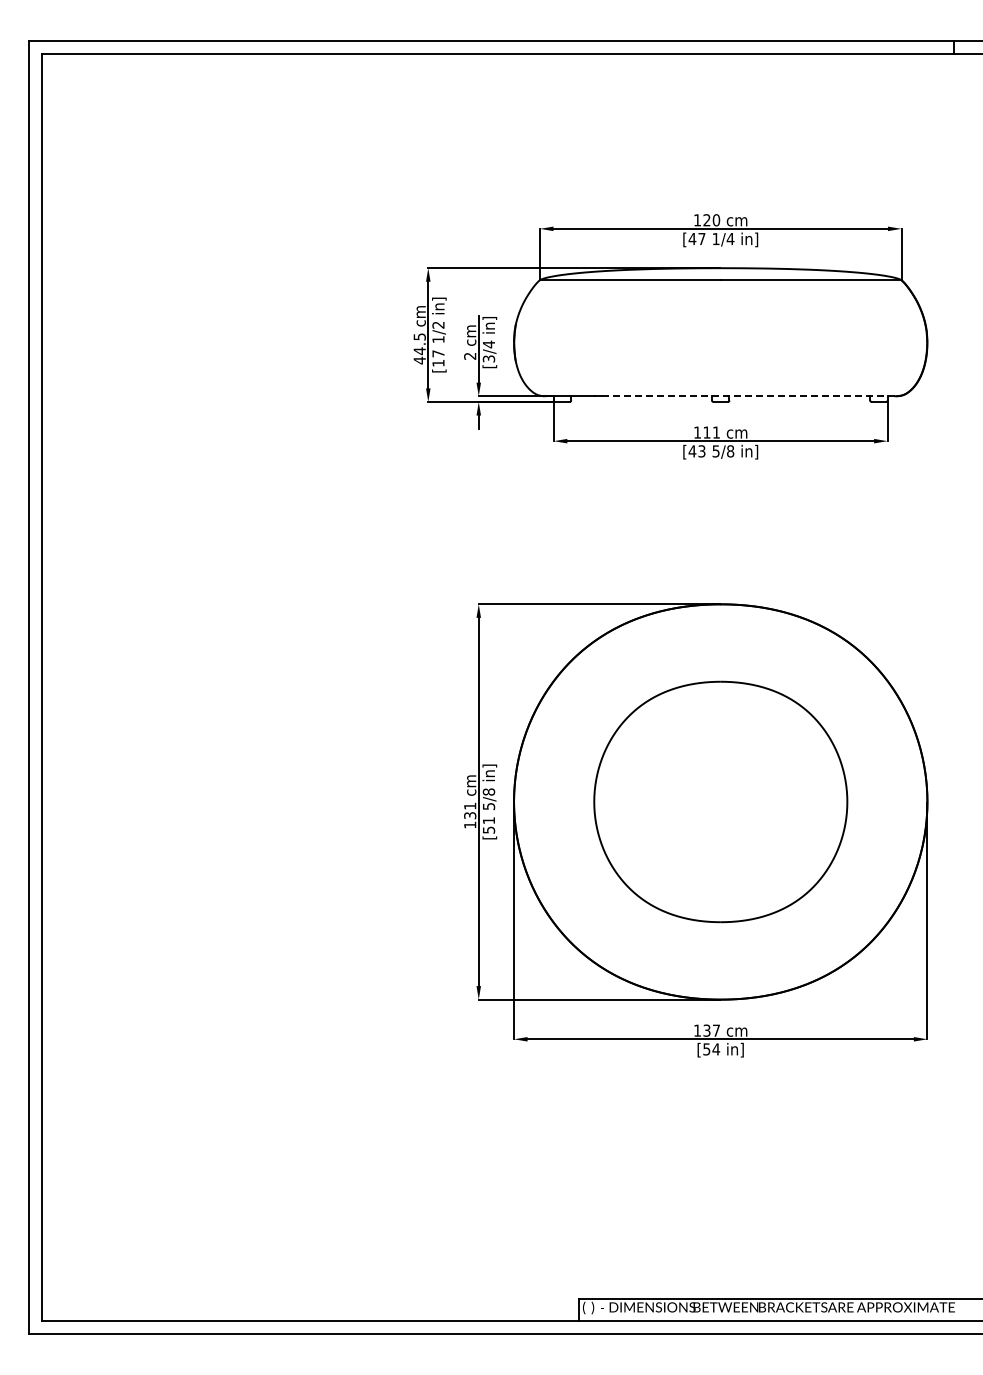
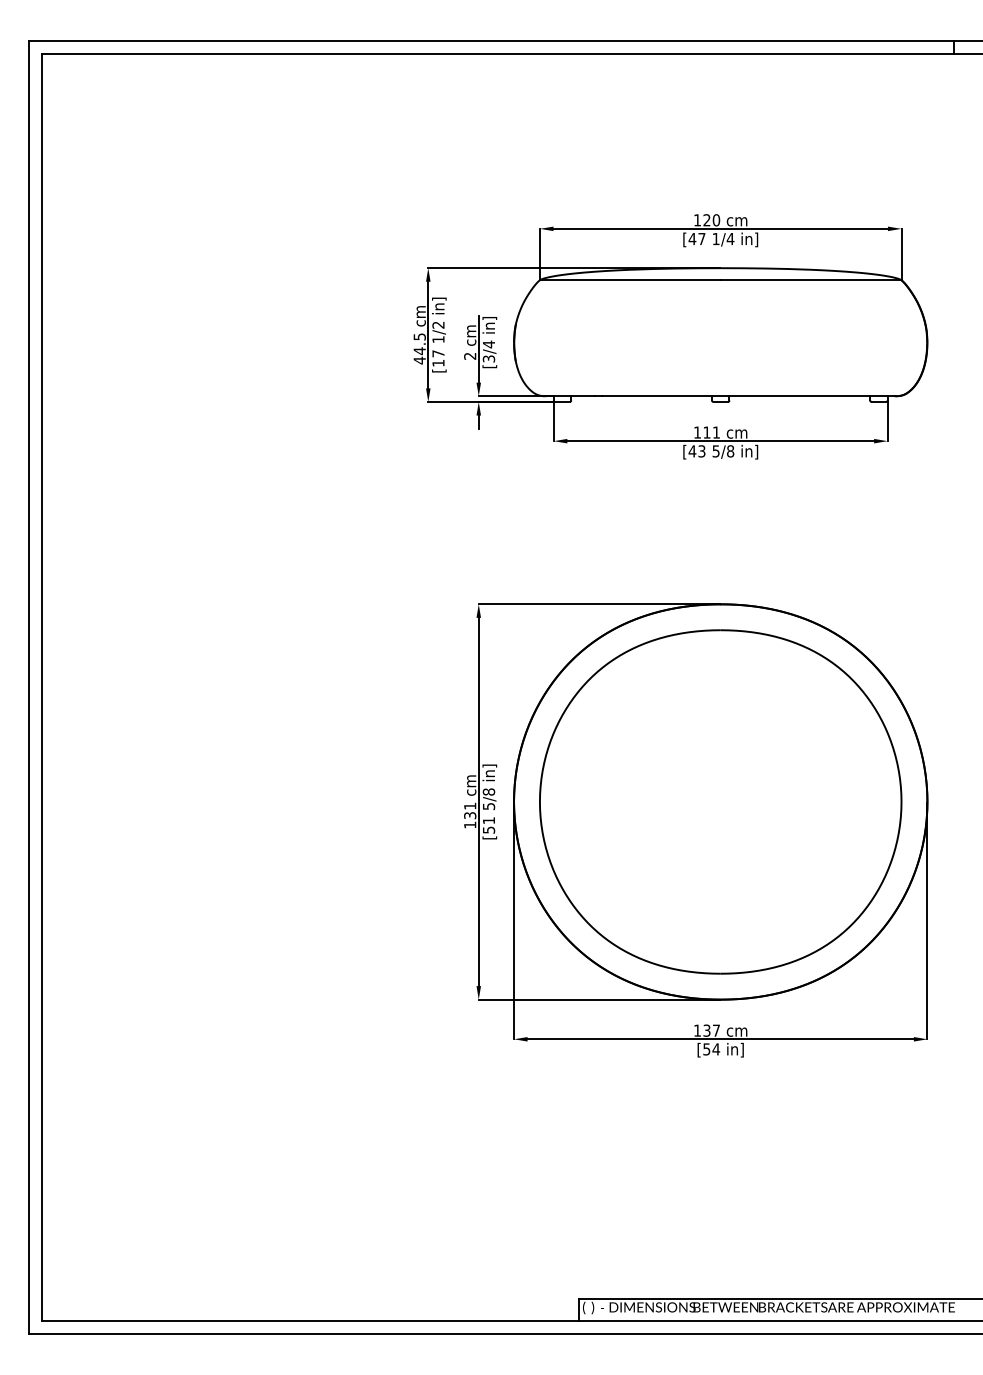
line at (748, 396): dashed -> solid
part at (720, 801) size: 256x244 px -> 364x346 px
